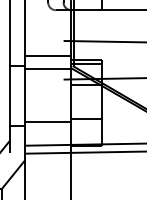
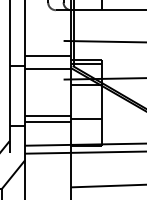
line at (48, 115): none -> present
line at (107, 185): none -> present
